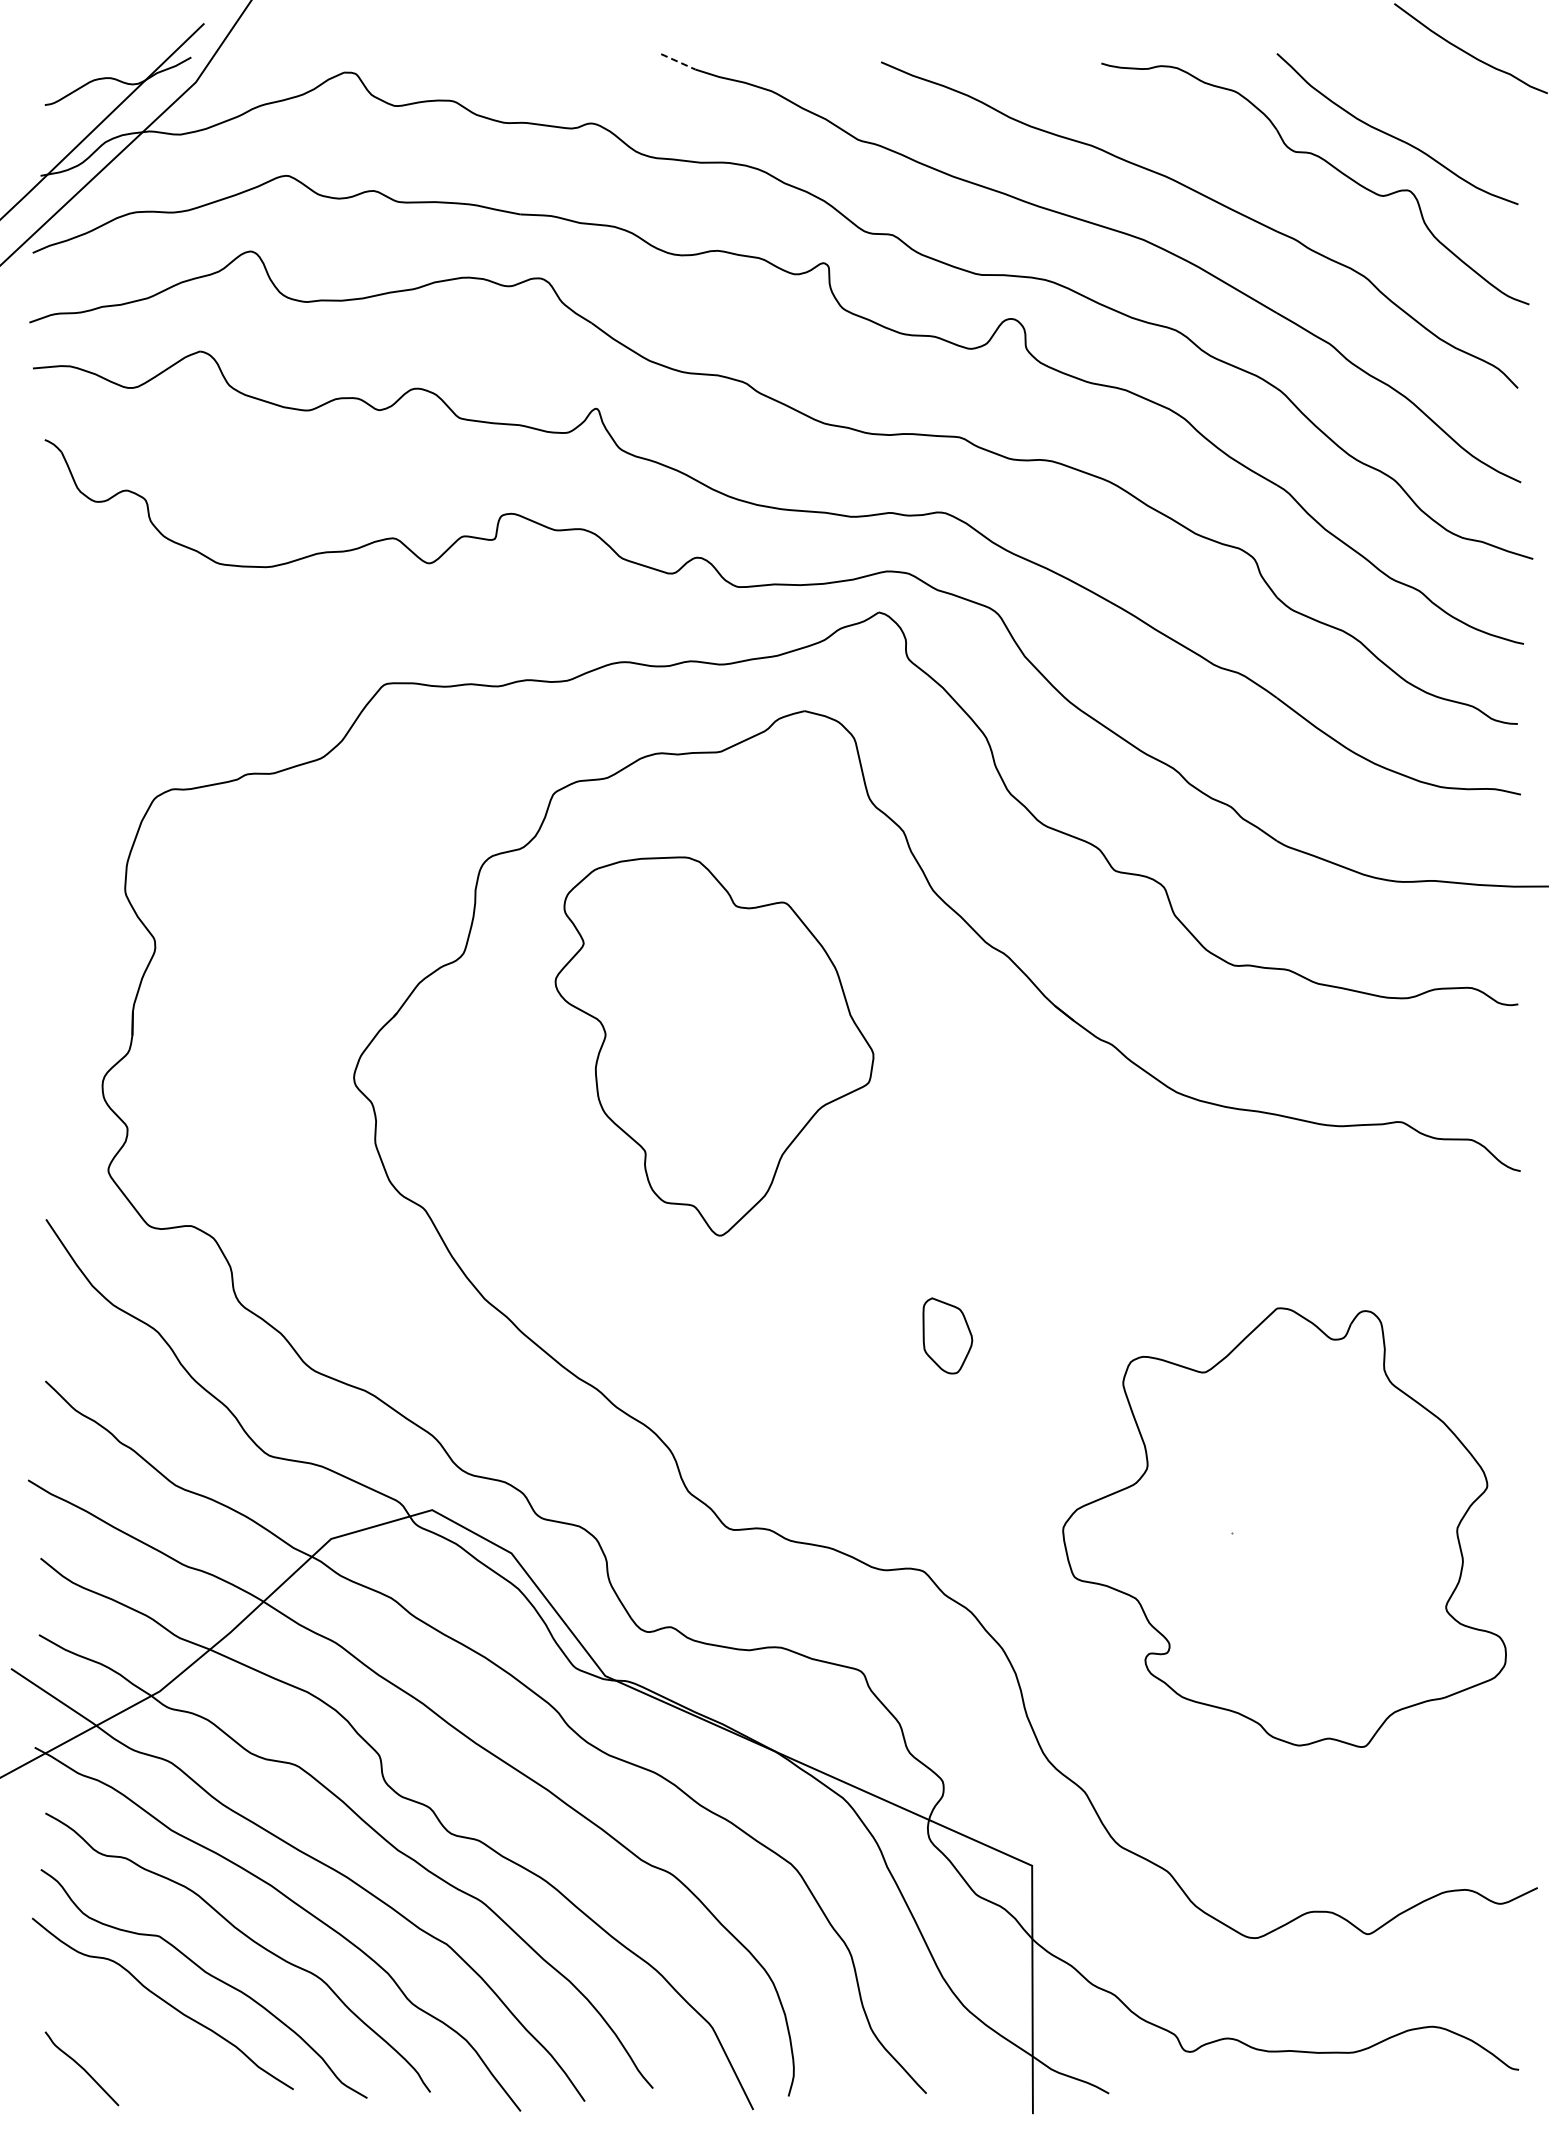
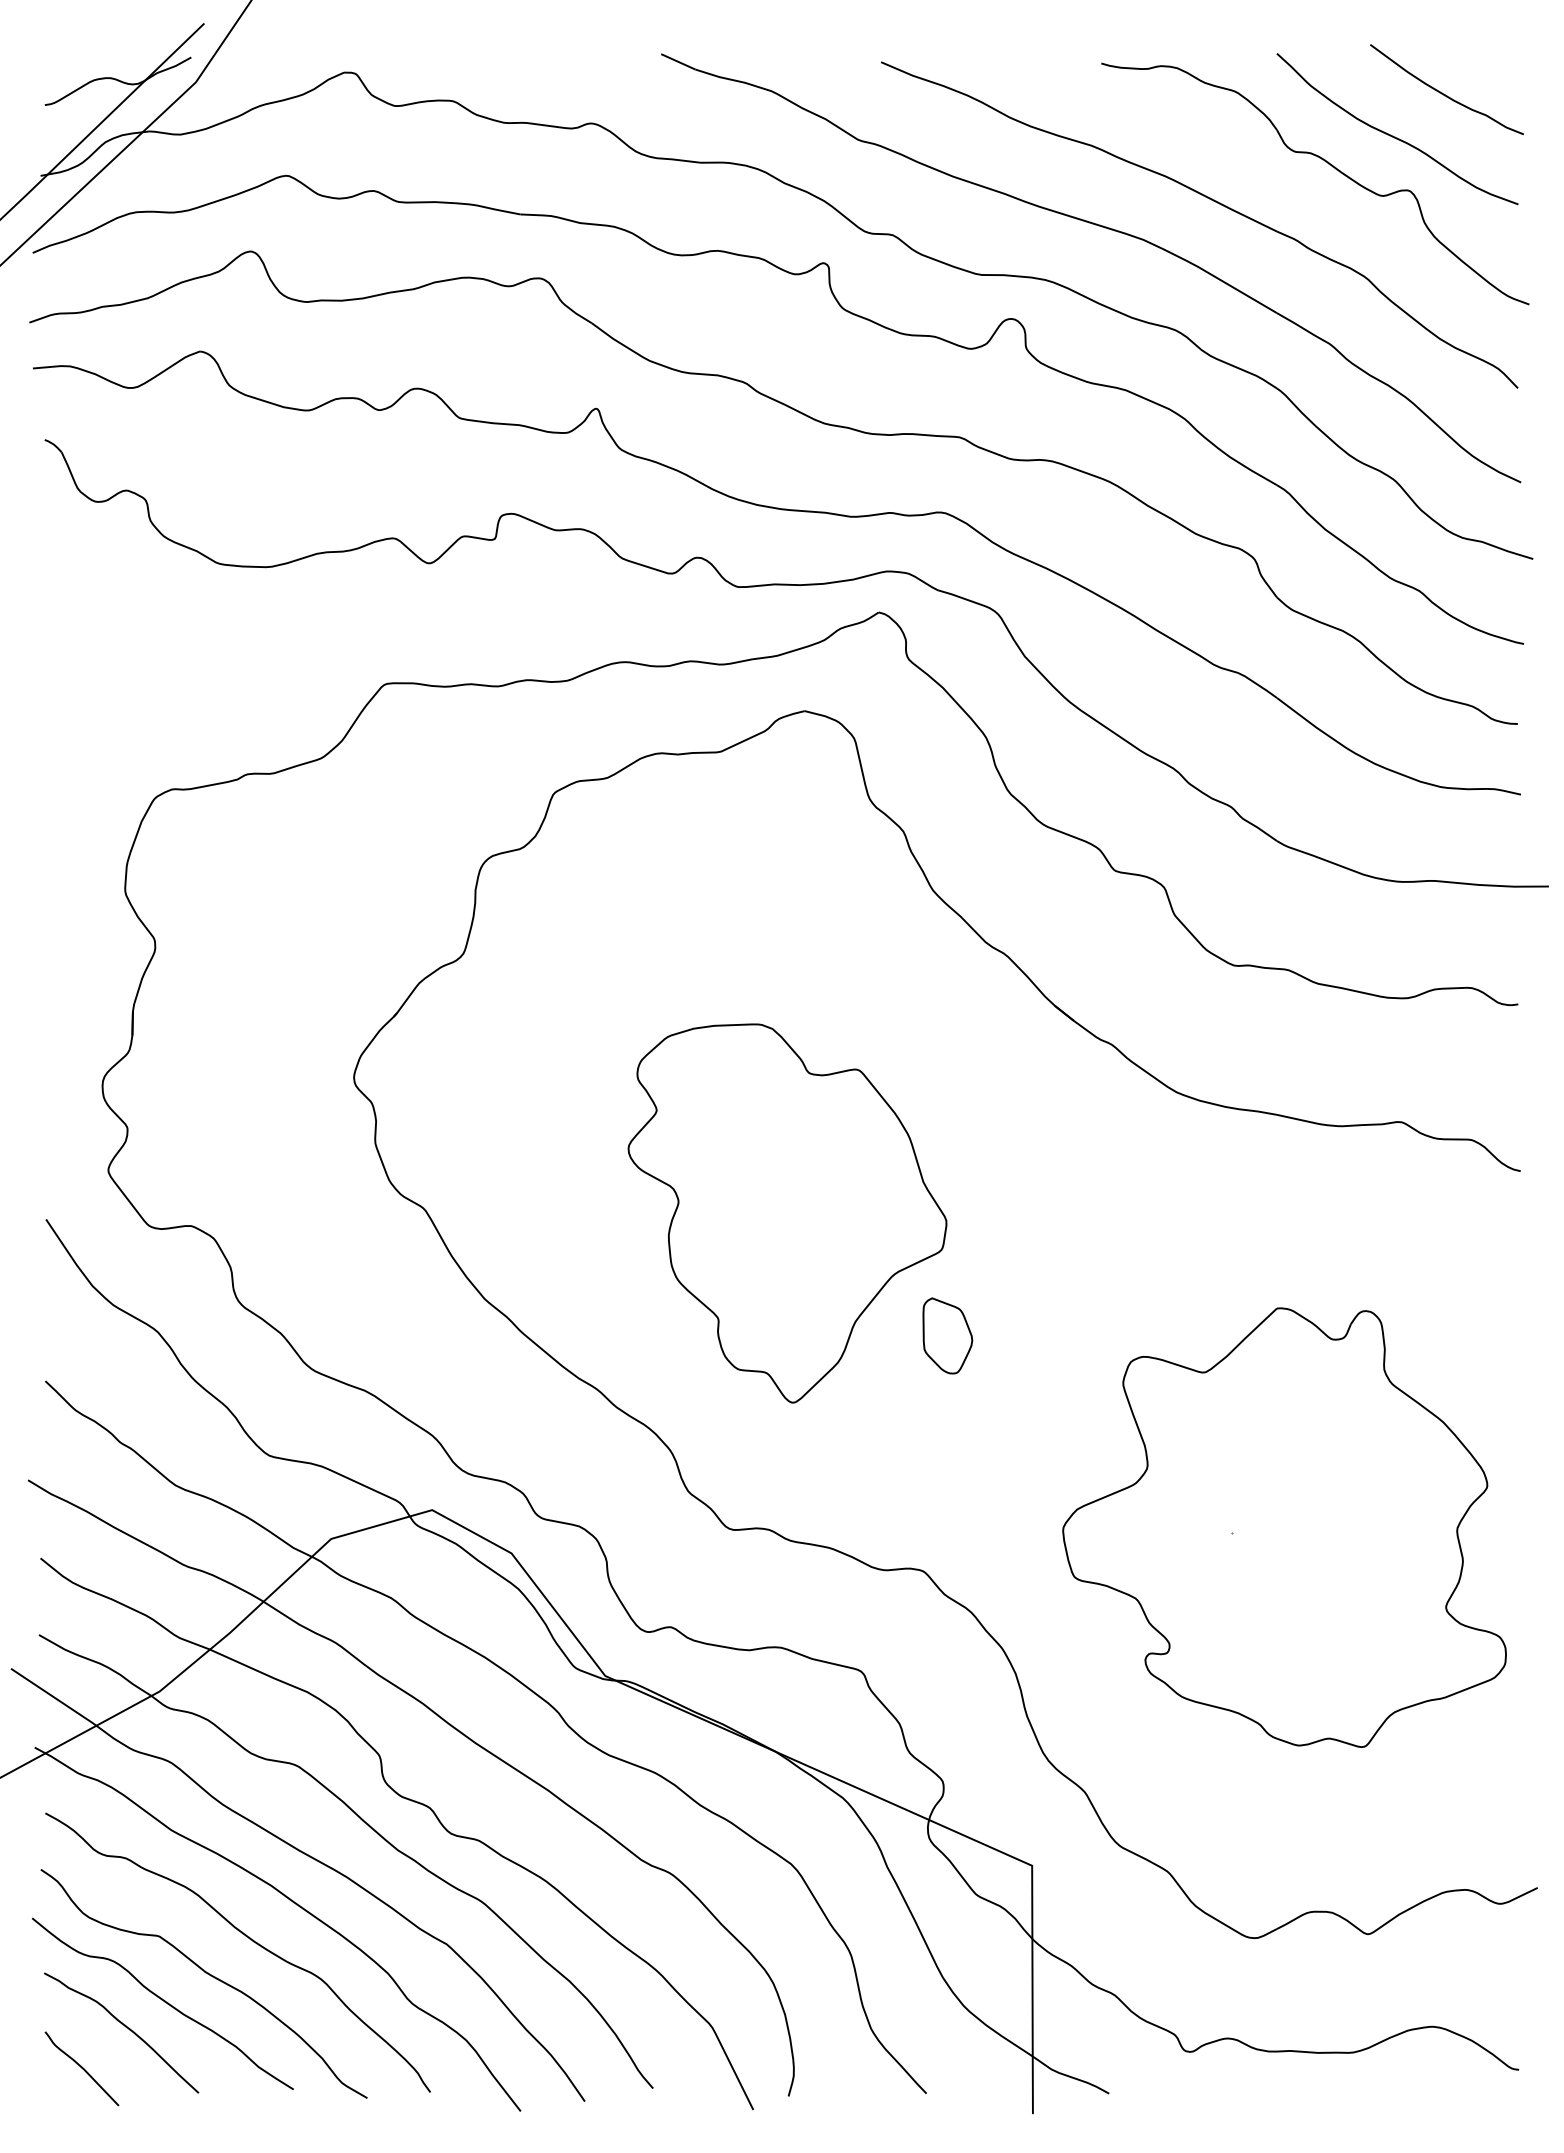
curve at (1468, 52) position: (1468, 52) -> (1444, 93)
line at (678, 61): dashed -> solid
part at (714, 1046) position: (714, 1046) -> (787, 1213)
curve at (125, 2027): none -> present
